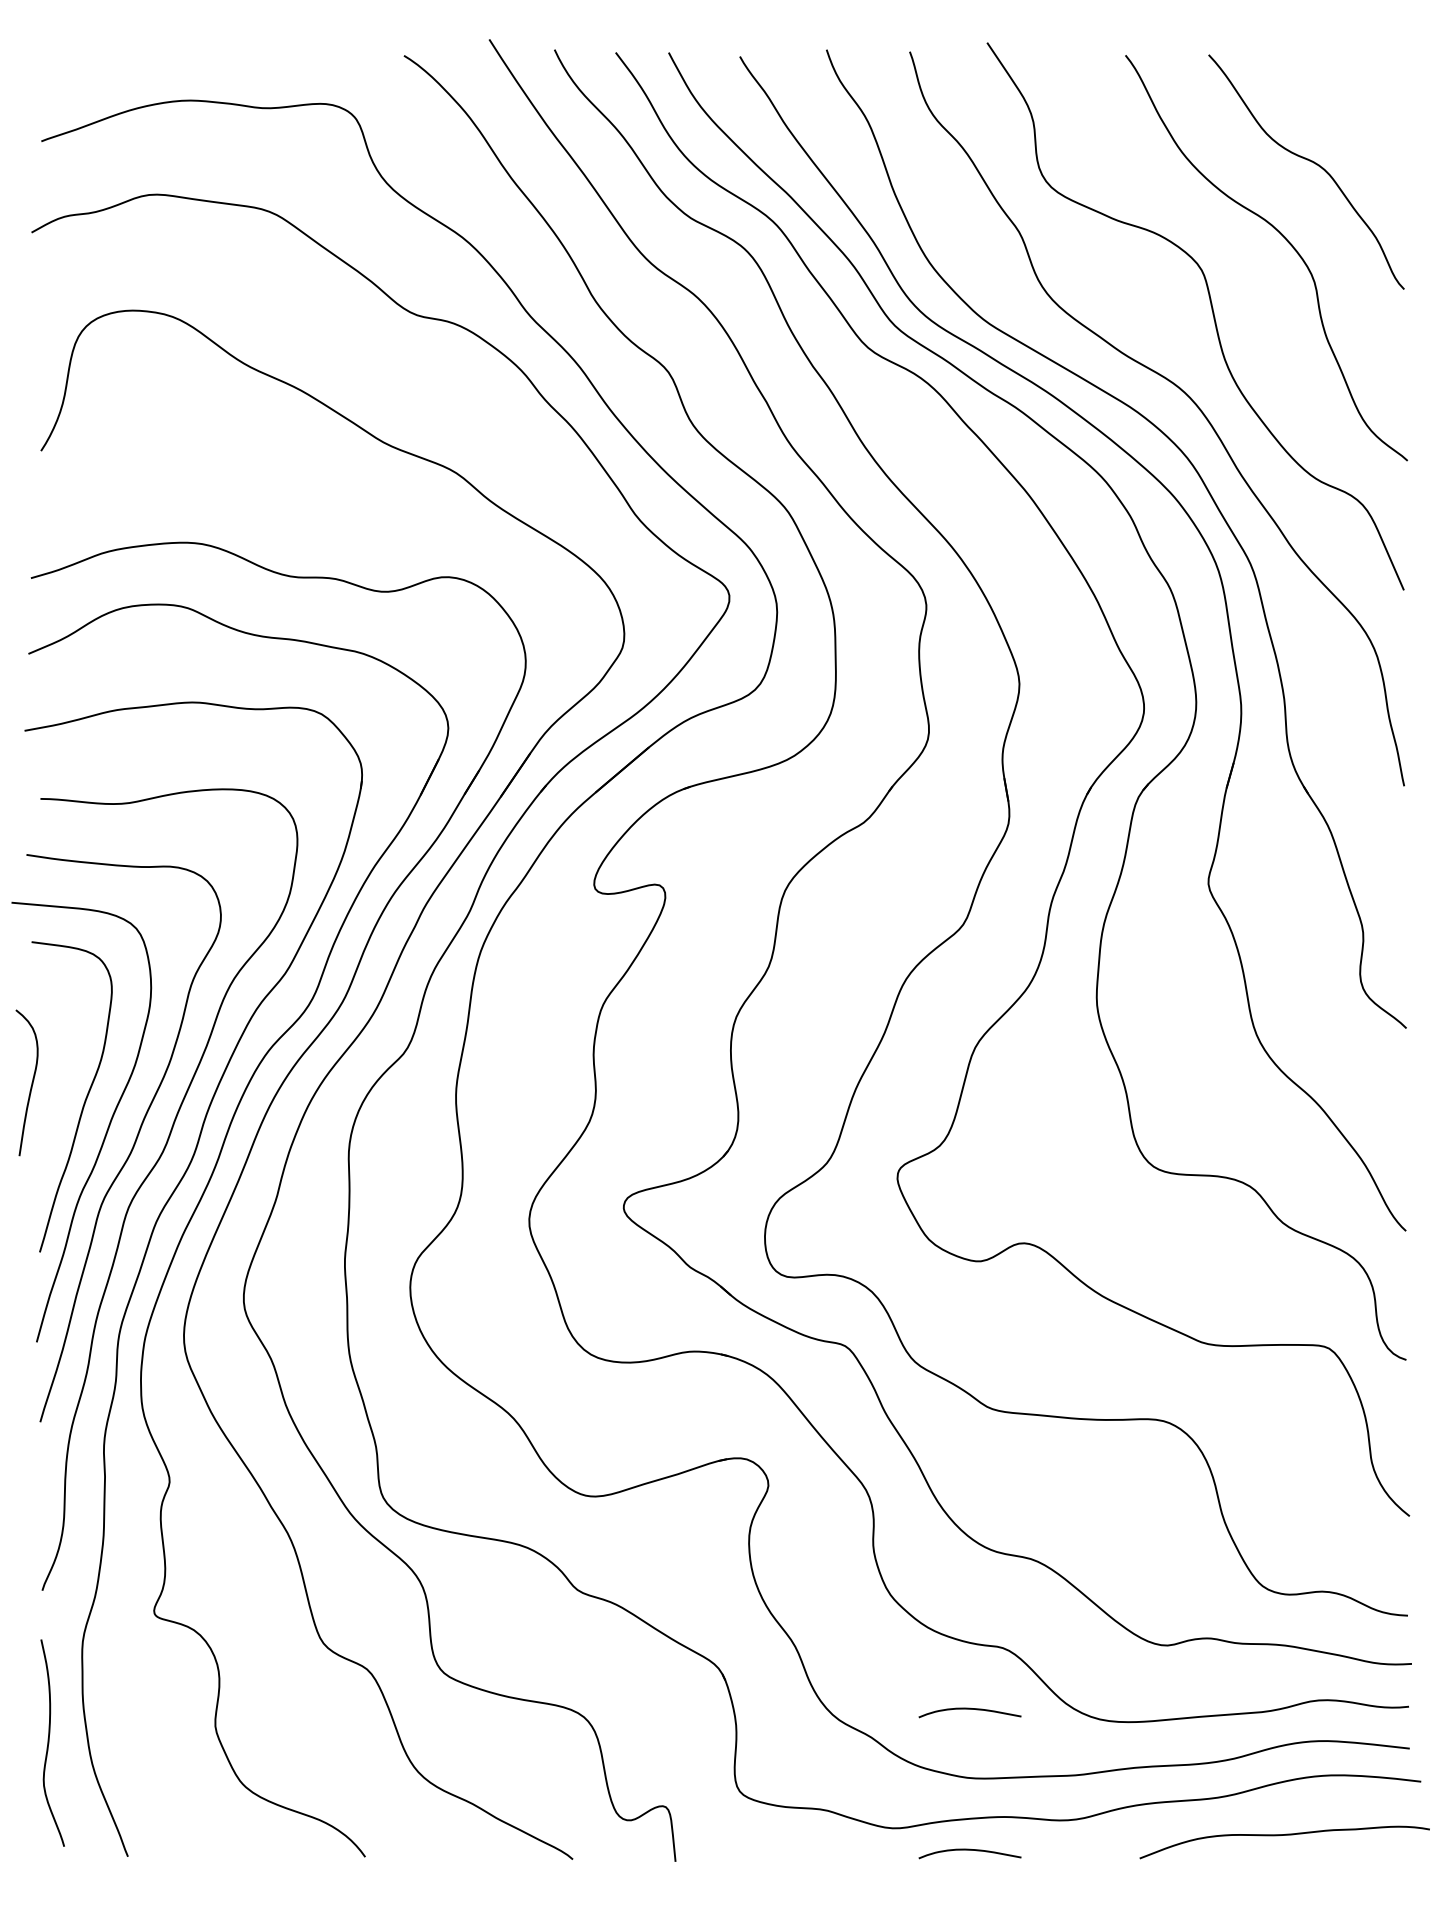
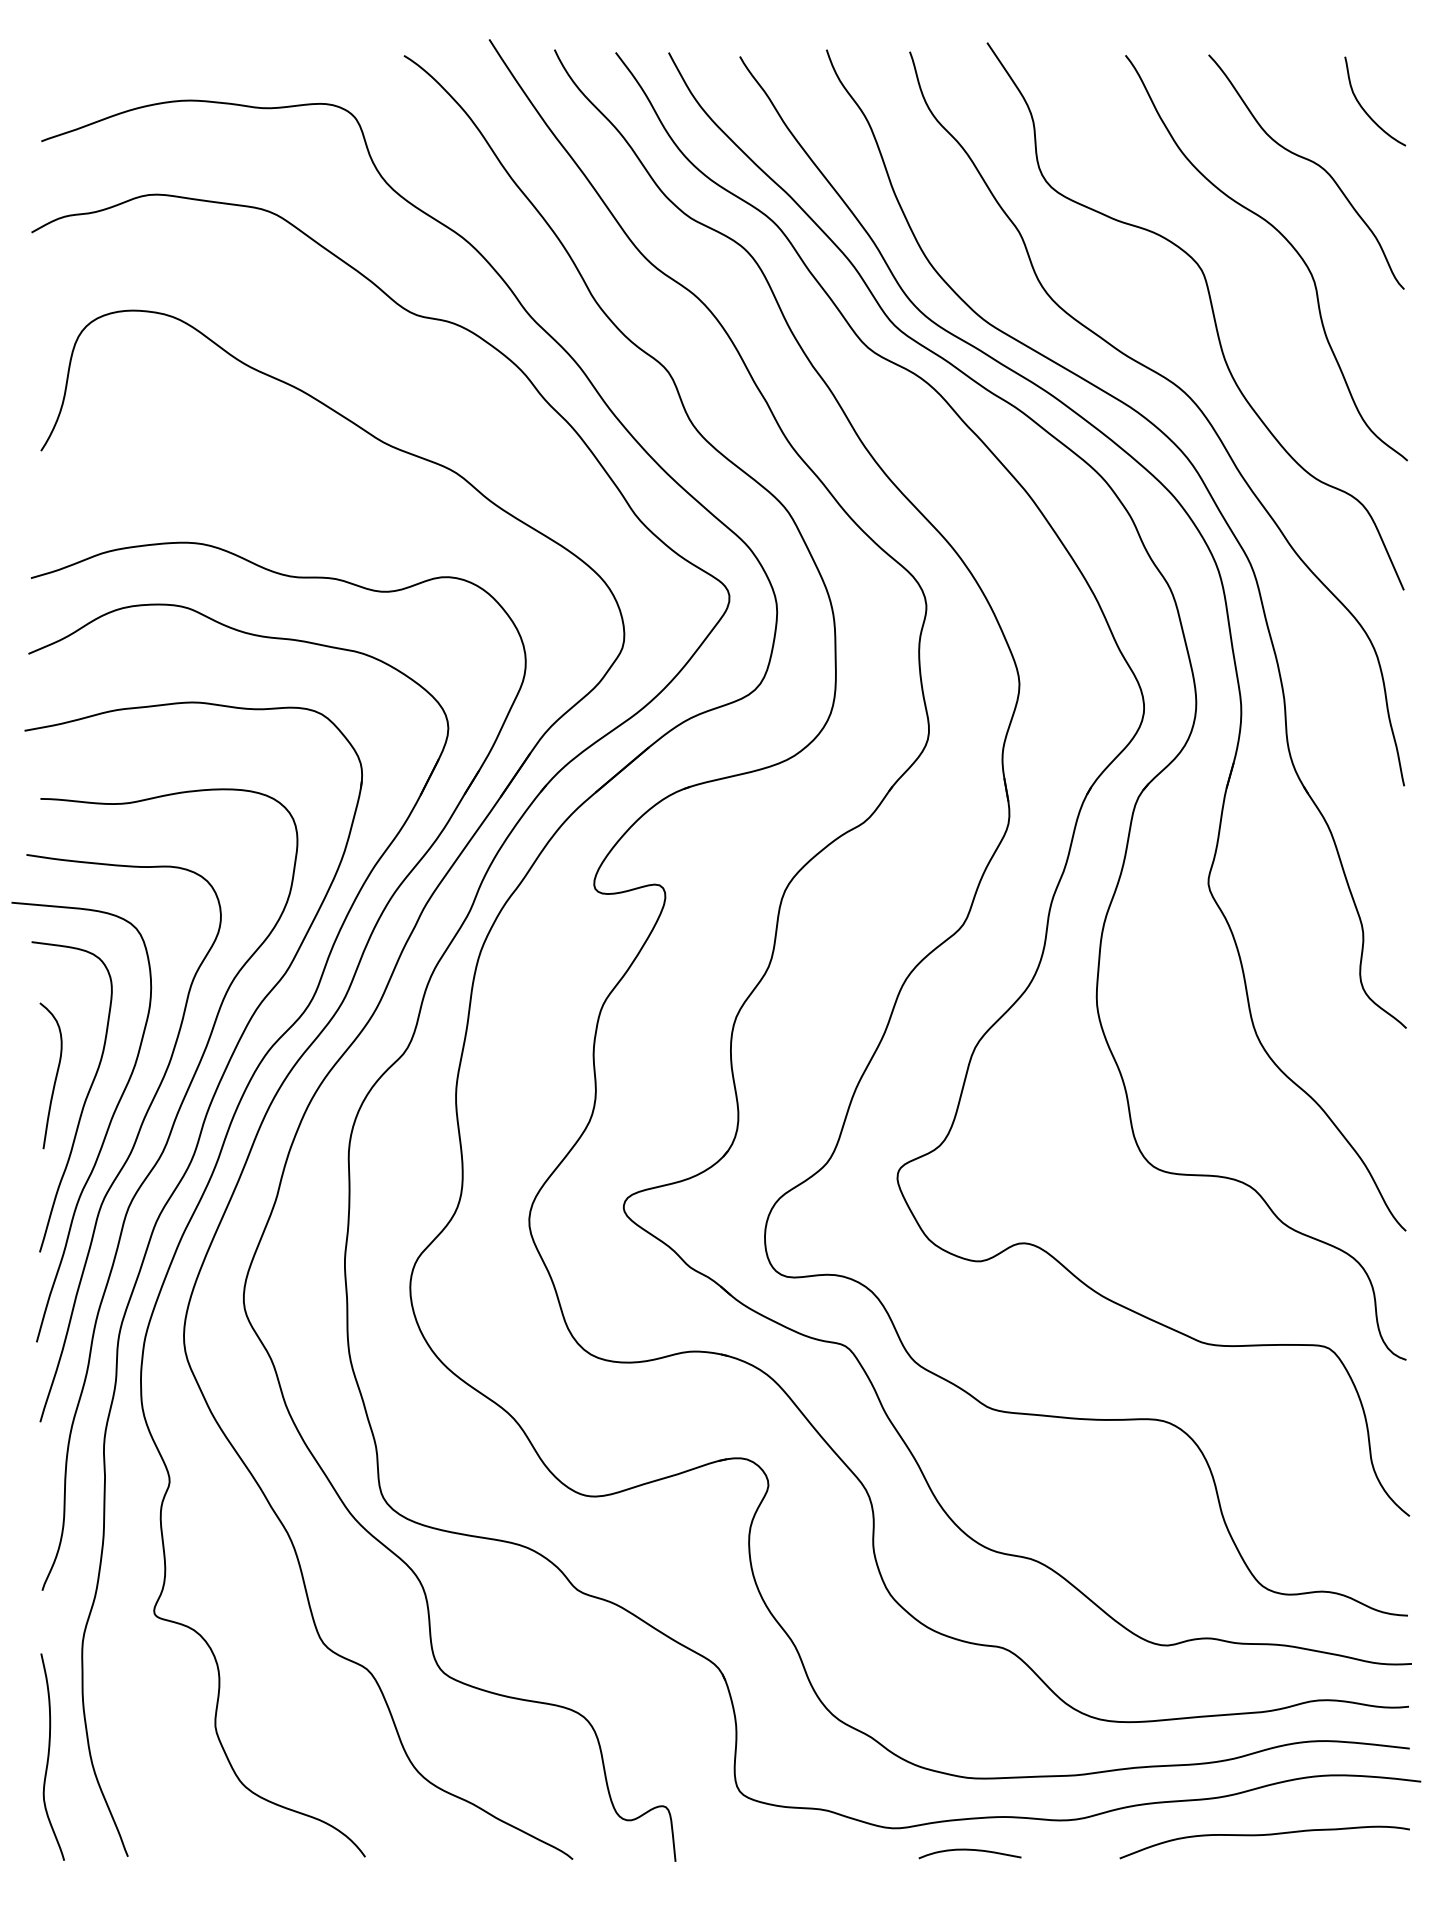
curve at (1363, 107): none -> present
curve at (31, 1082) position: (31, 1082) -> (55, 1075)
curve at (969, 1709): present -> none
curve at (49, 1742) position: (49, 1742) -> (49, 1756)
curve at (1284, 1835) position: (1284, 1835) -> (1264, 1835)
